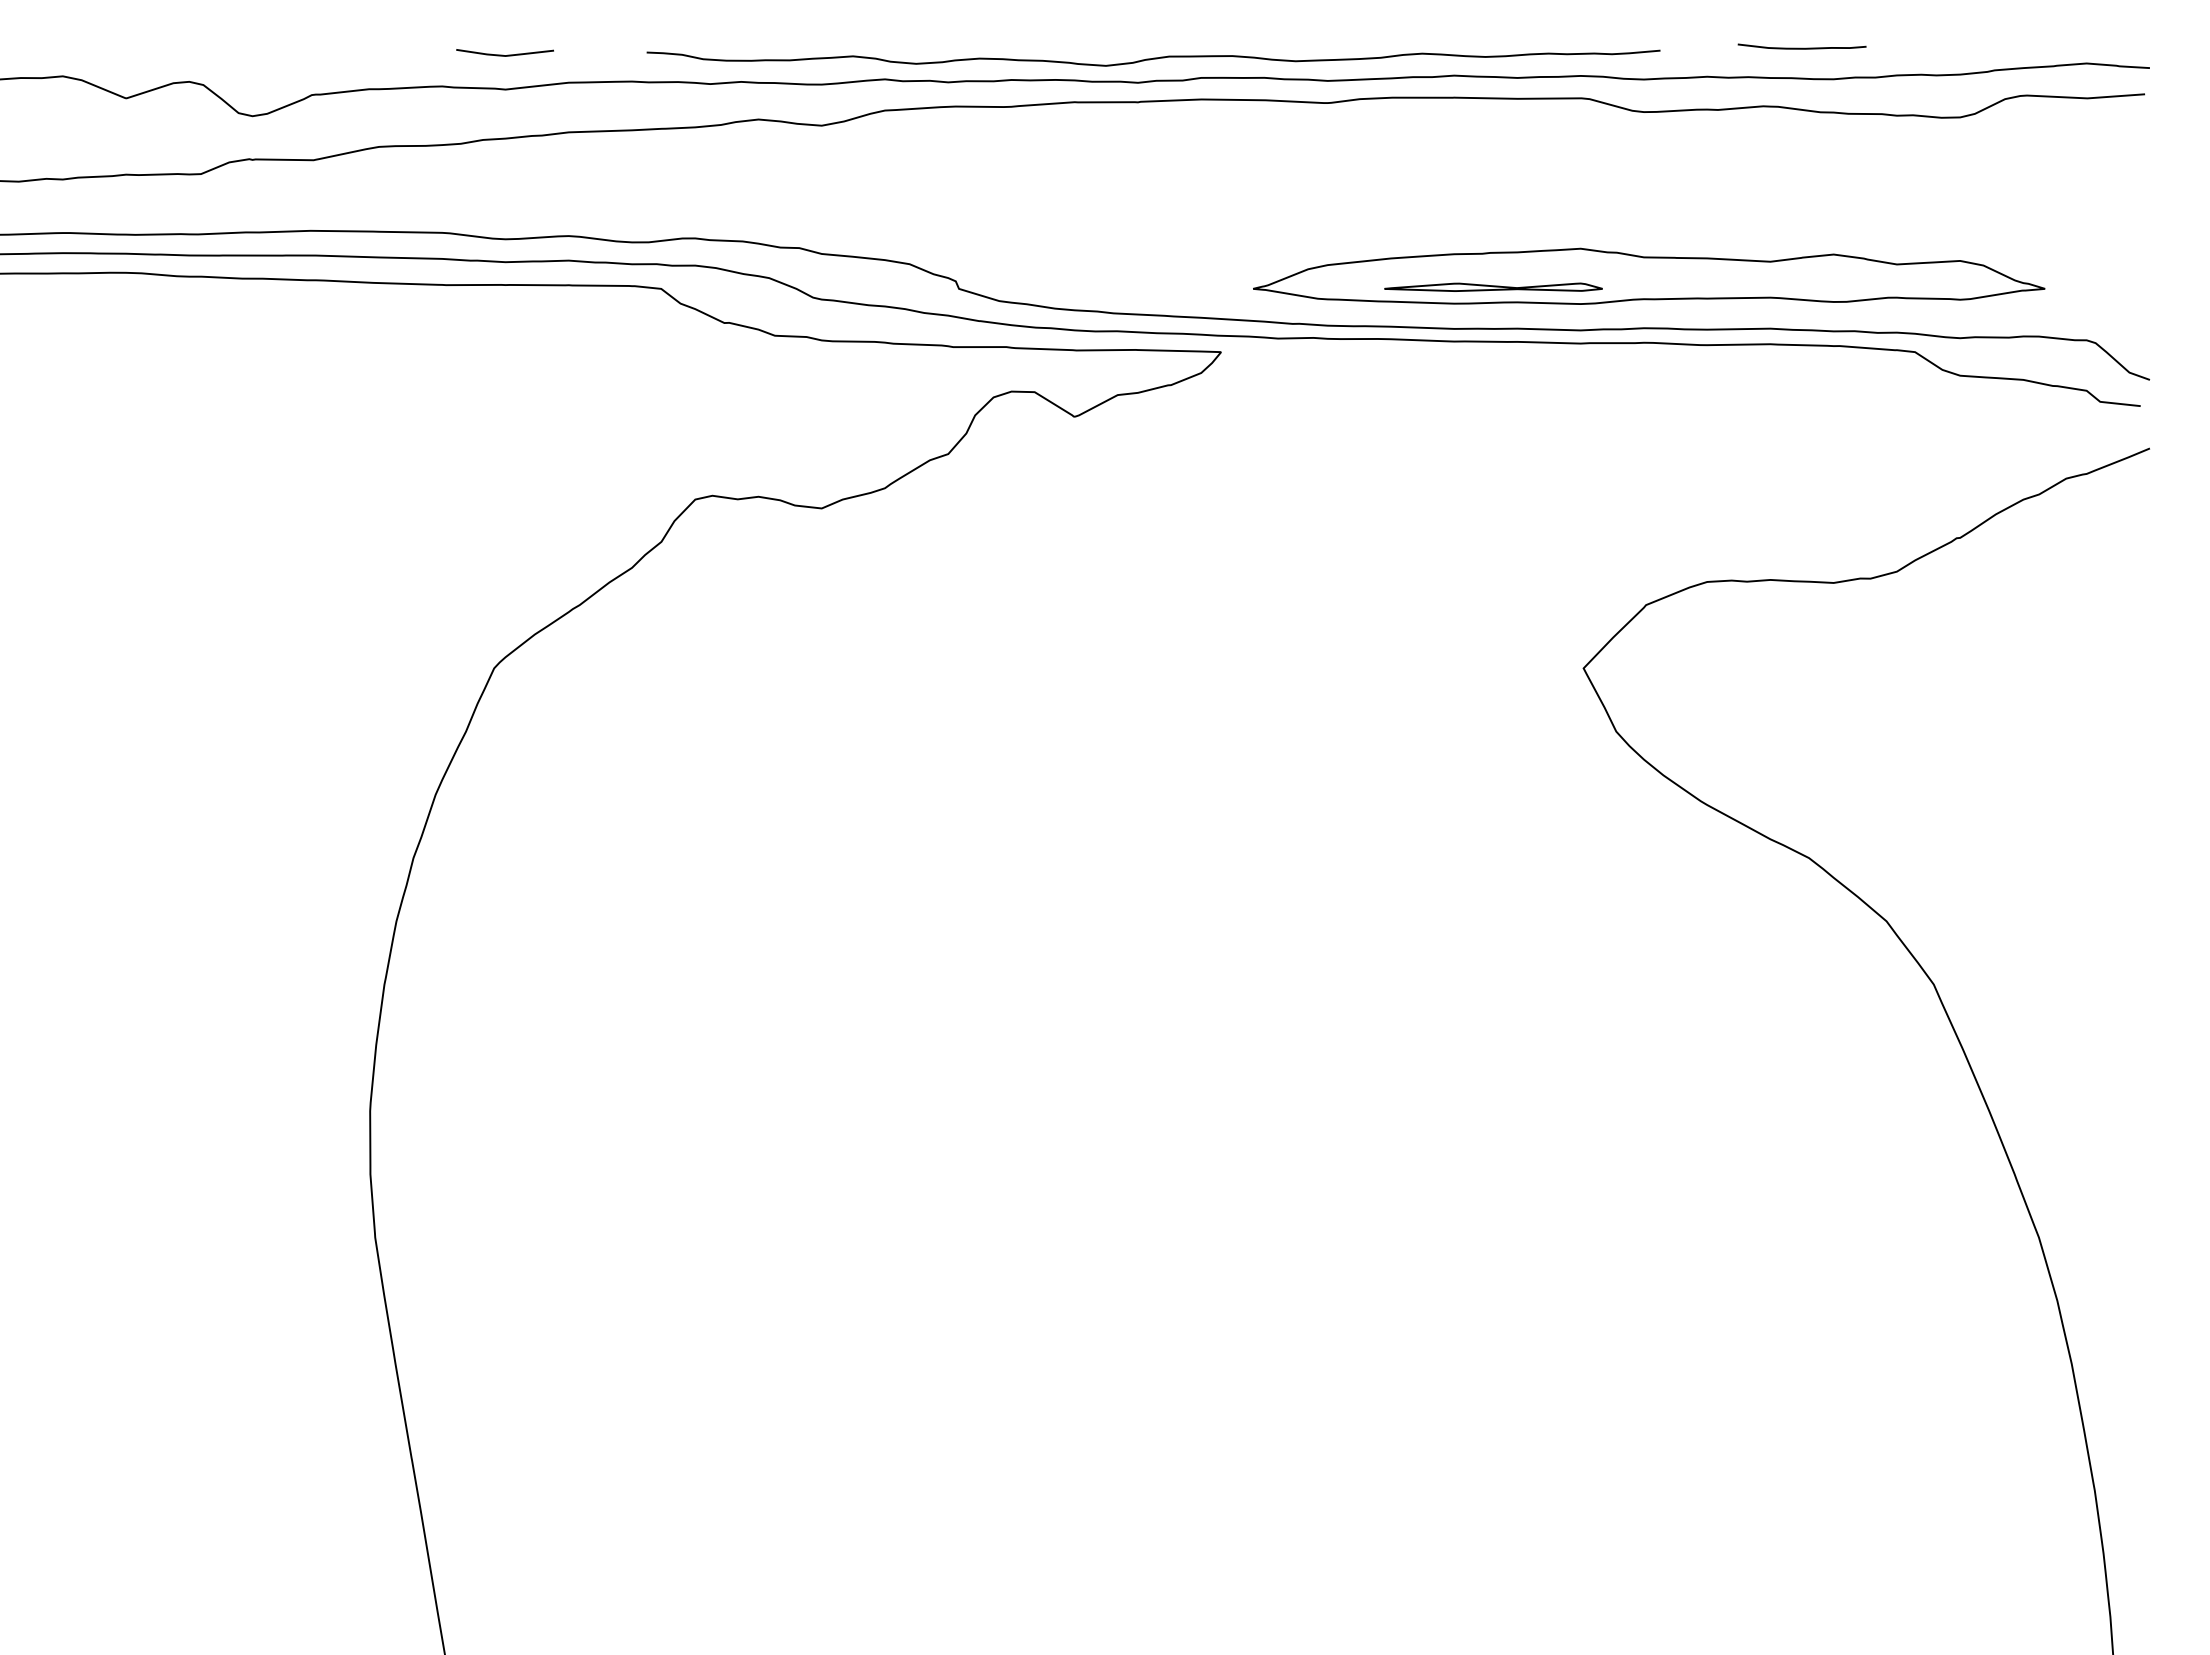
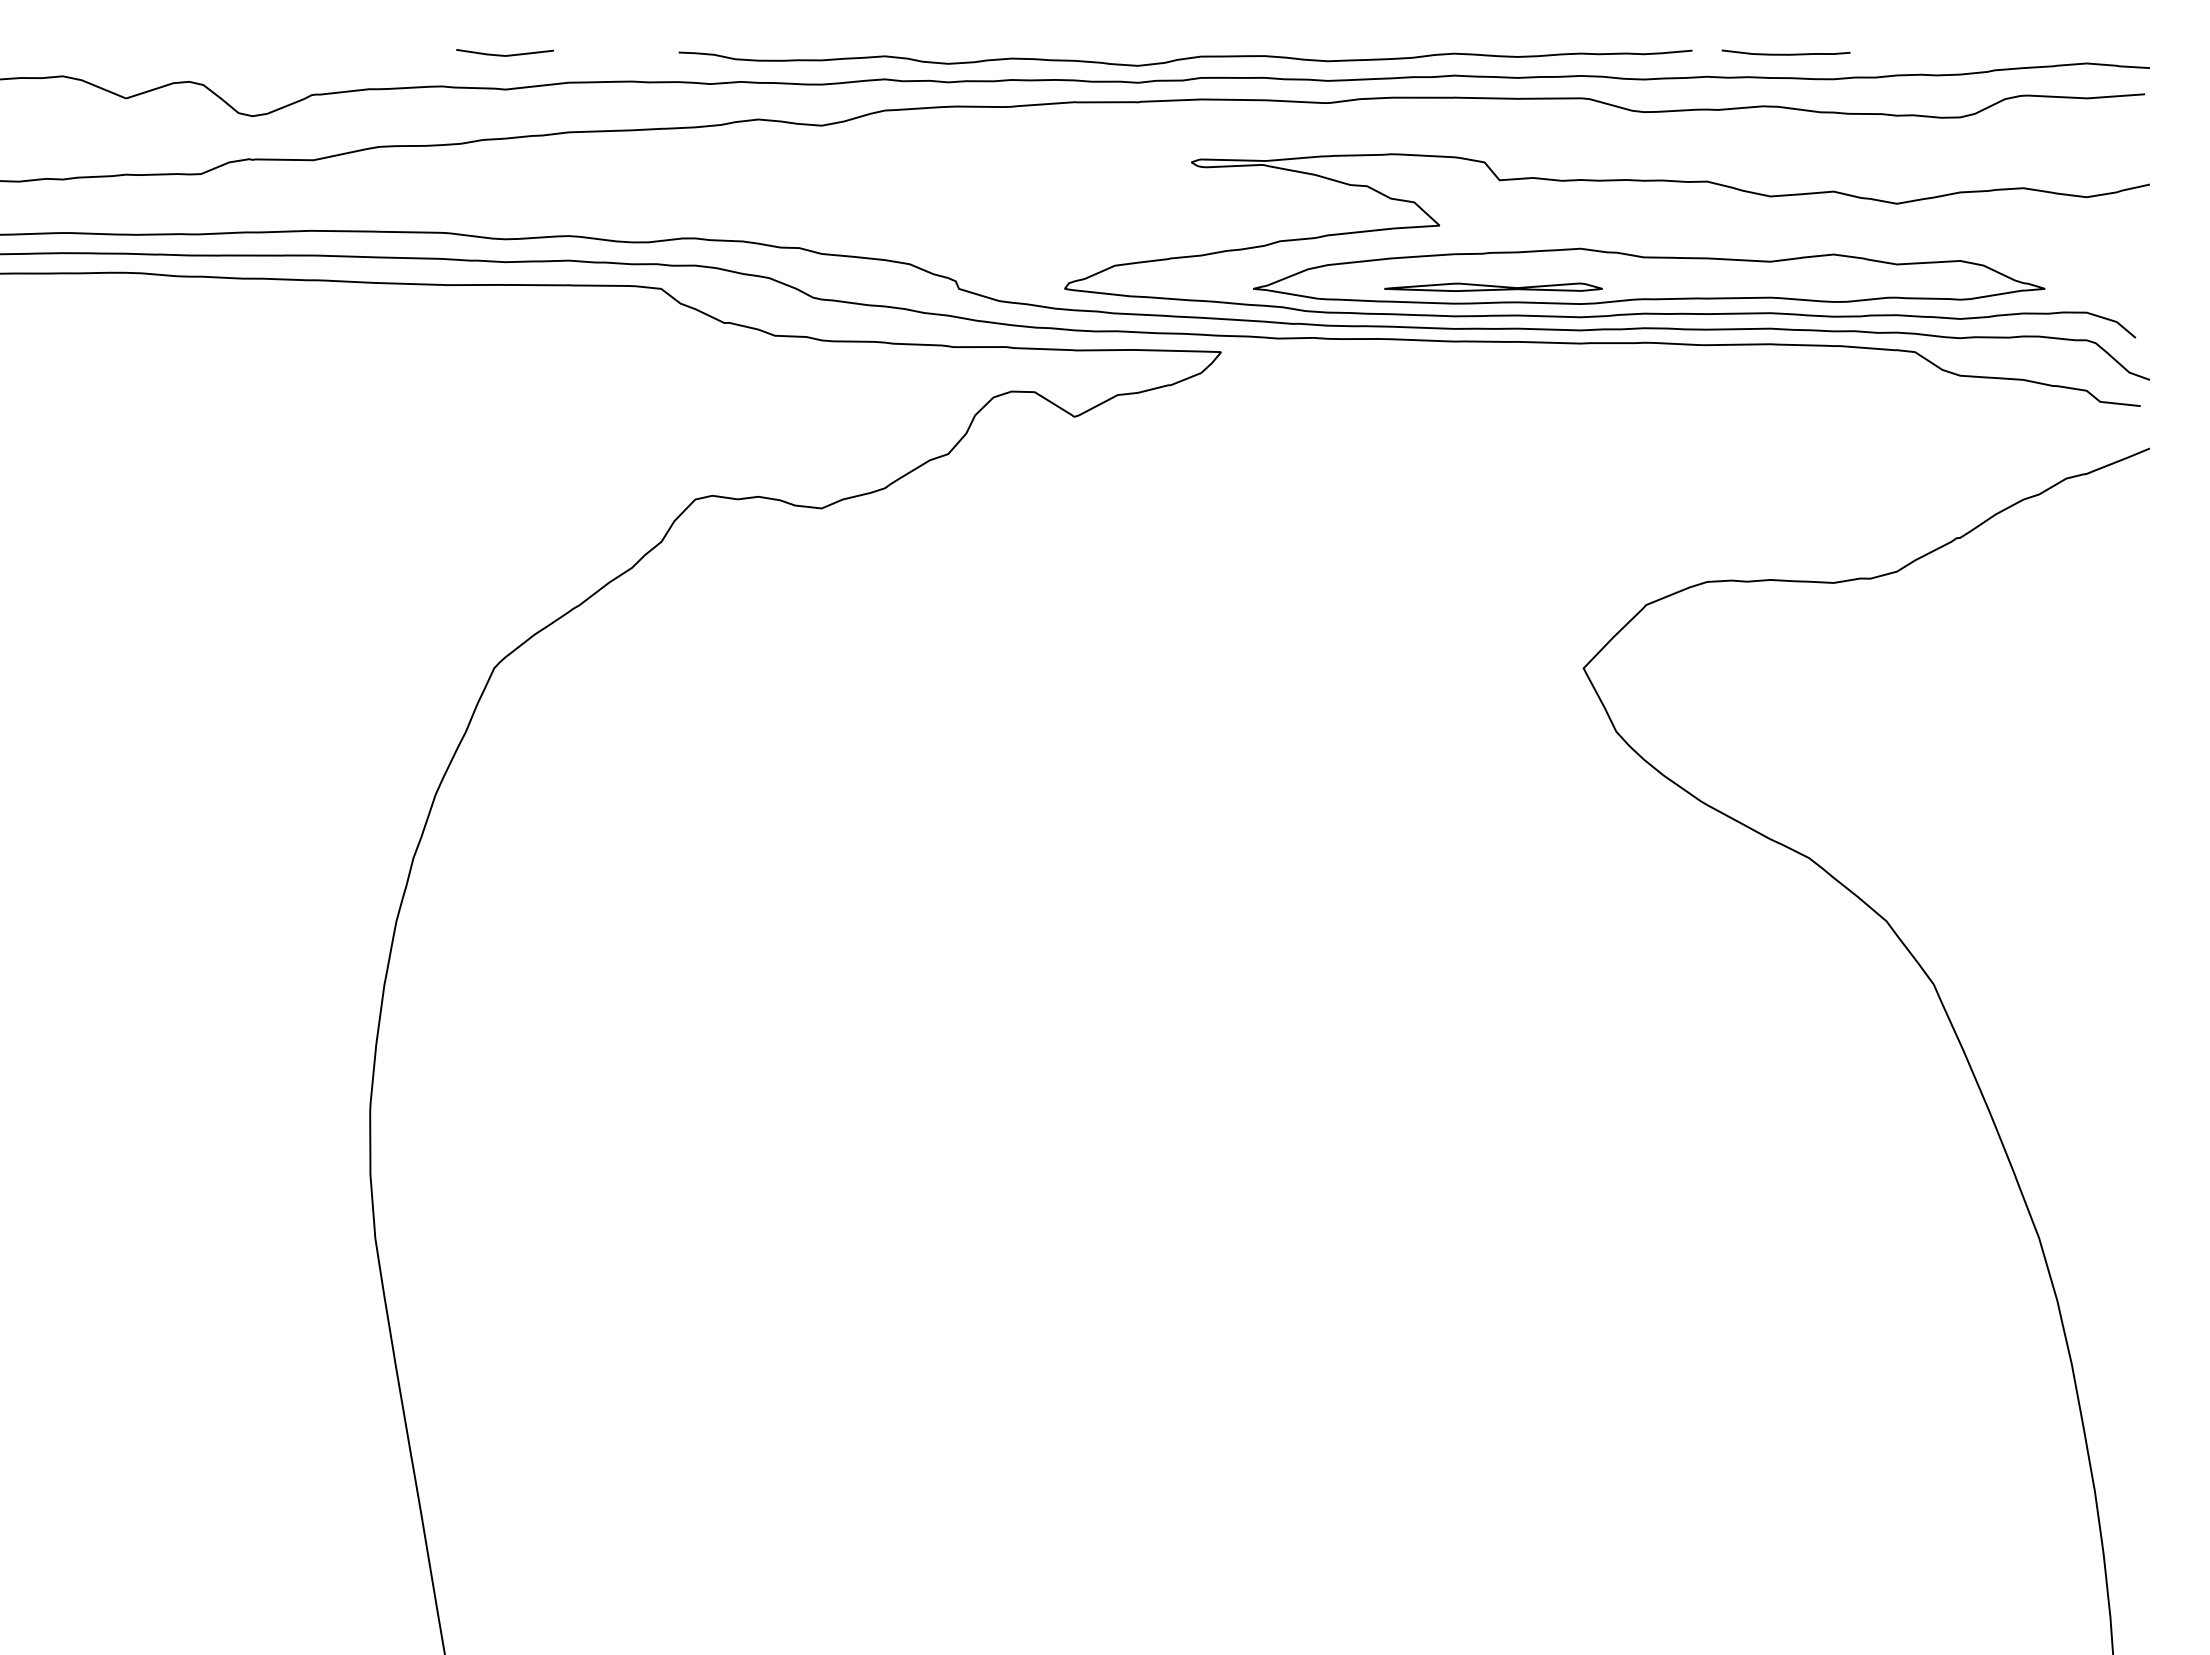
curve at (1801, 47) position: (1801, 47) -> (1785, 53)
curve at (1153, 57) position: (1153, 57) -> (1185, 57)
curve at (1606, 181): none -> present
